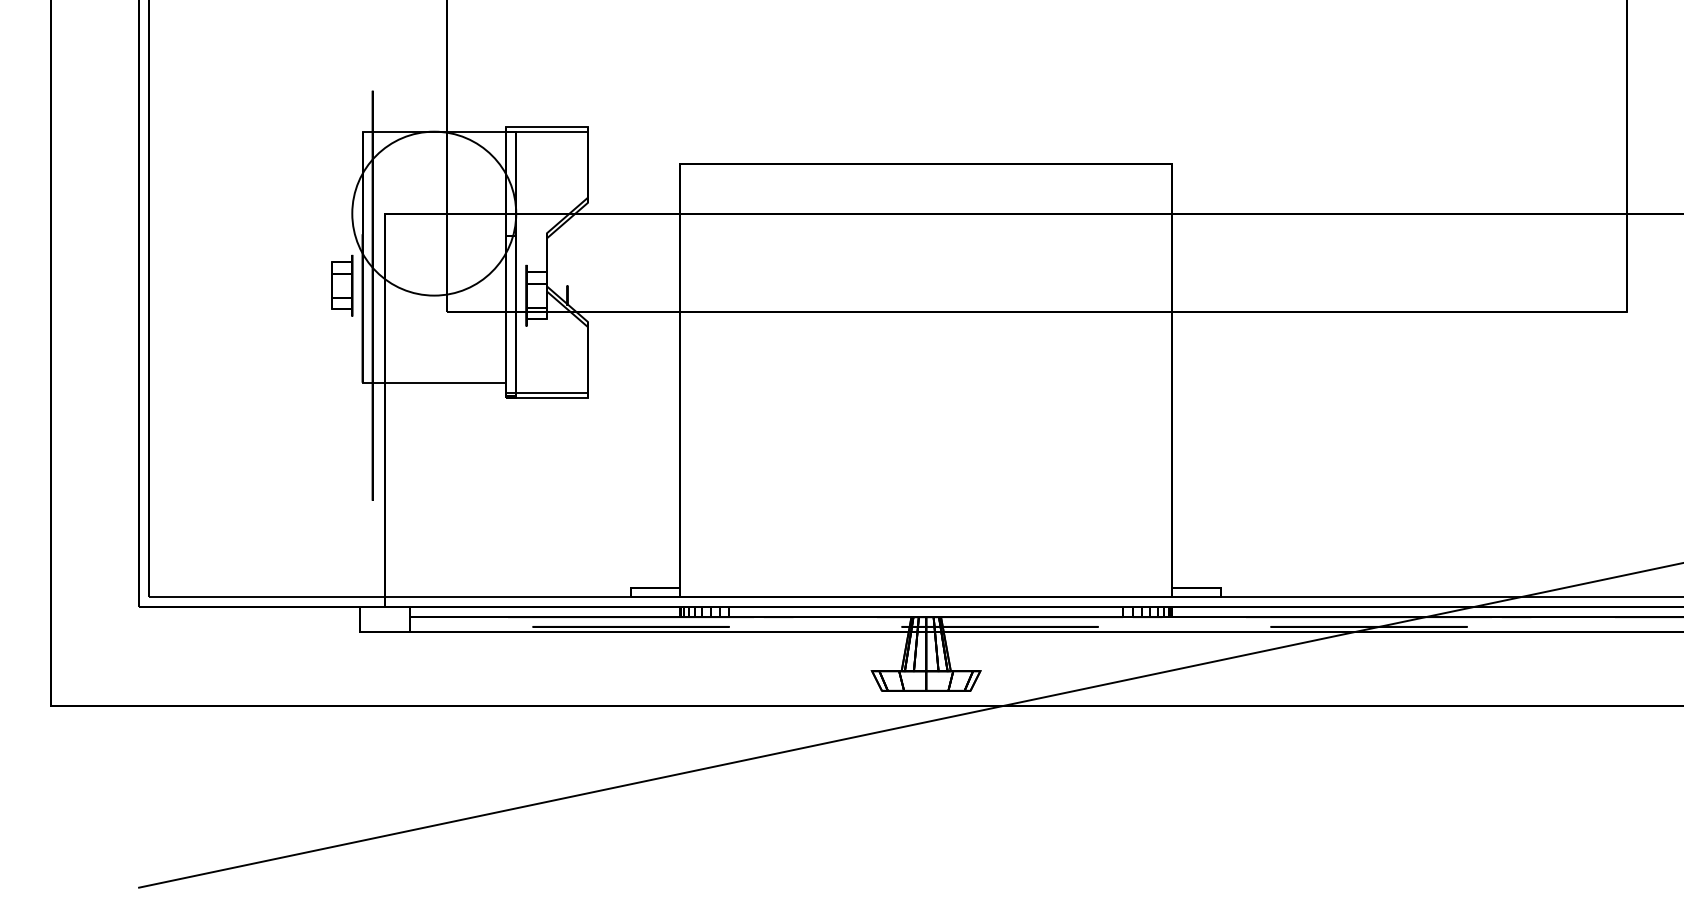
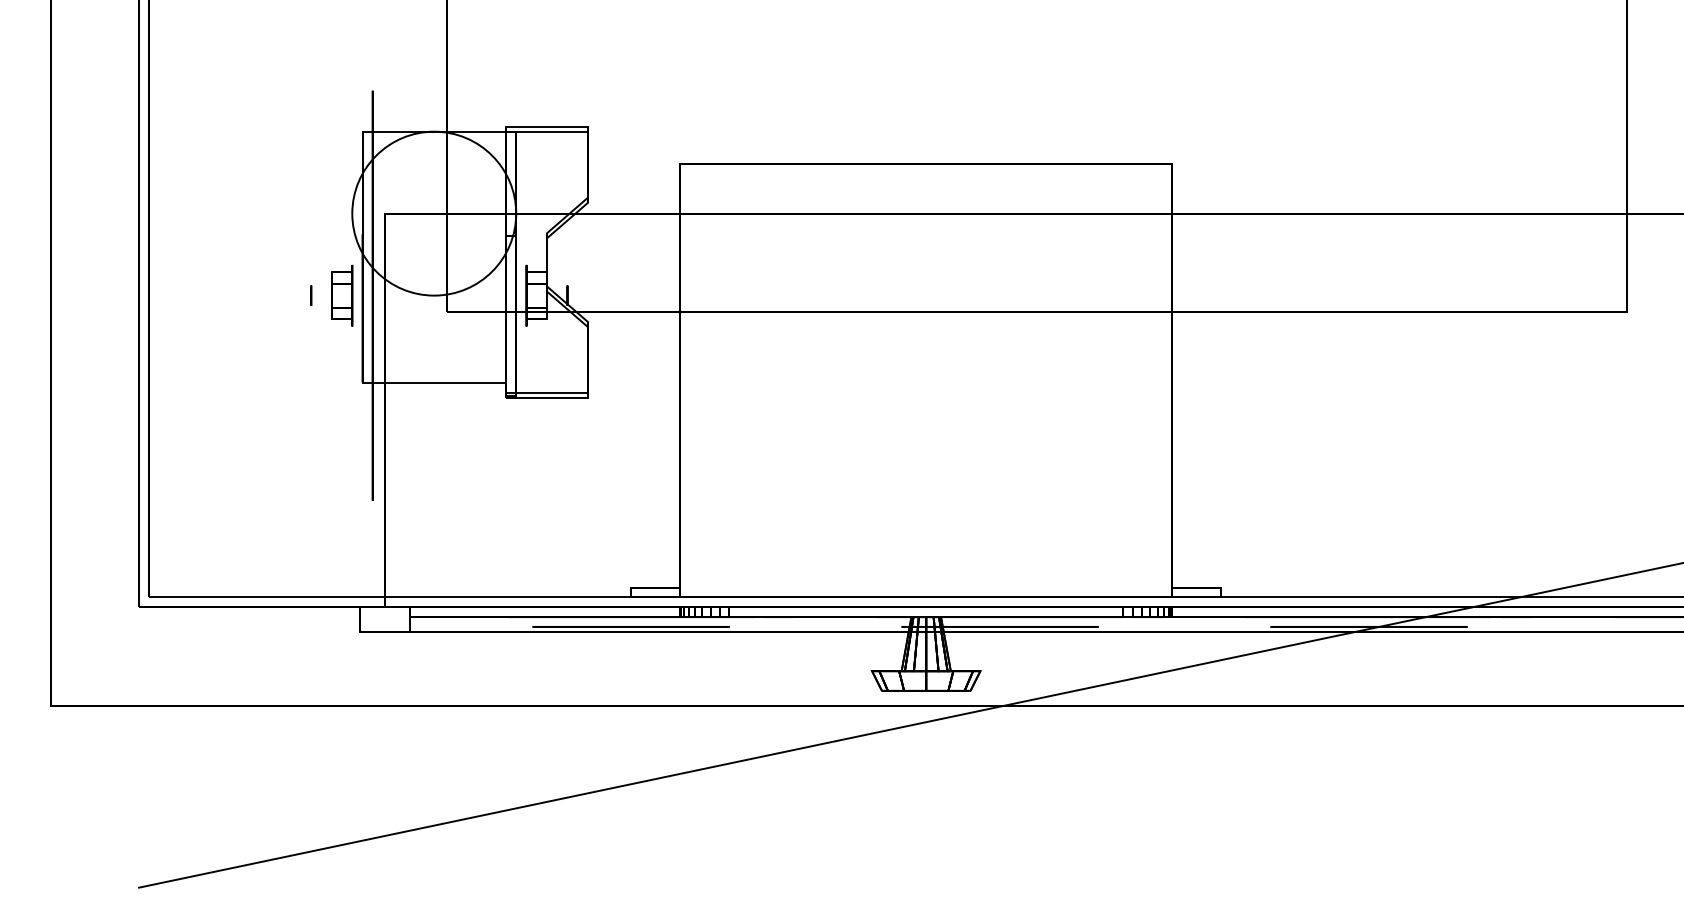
part at (342, 285) position: (342, 285) -> (342, 295)
circle at (311, 295): none -> present
